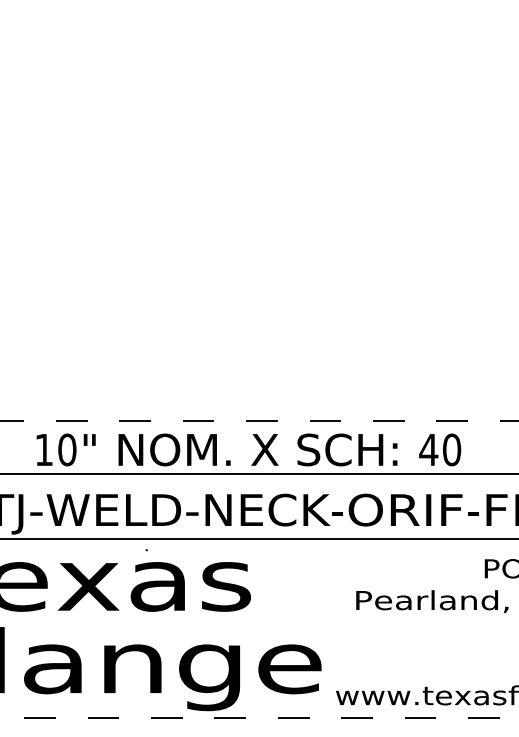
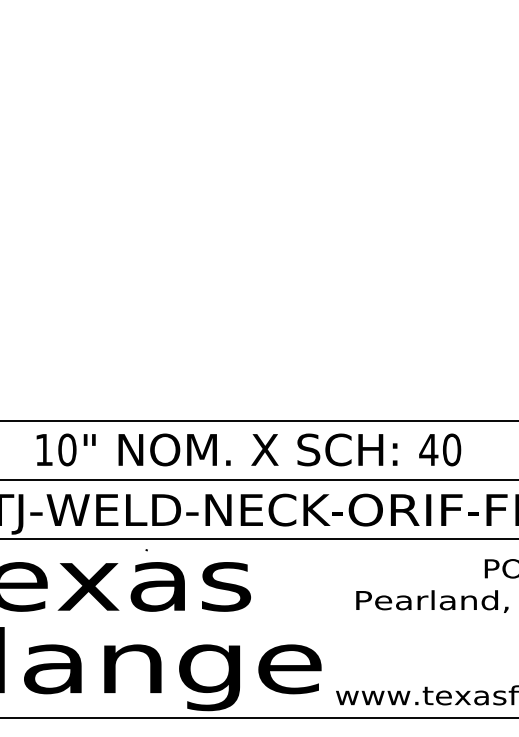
line at (259, 420): dashed -> solid
line at (258, 474) position: (258, 474) -> (258, 480)
line at (259, 717): dashed -> solid
